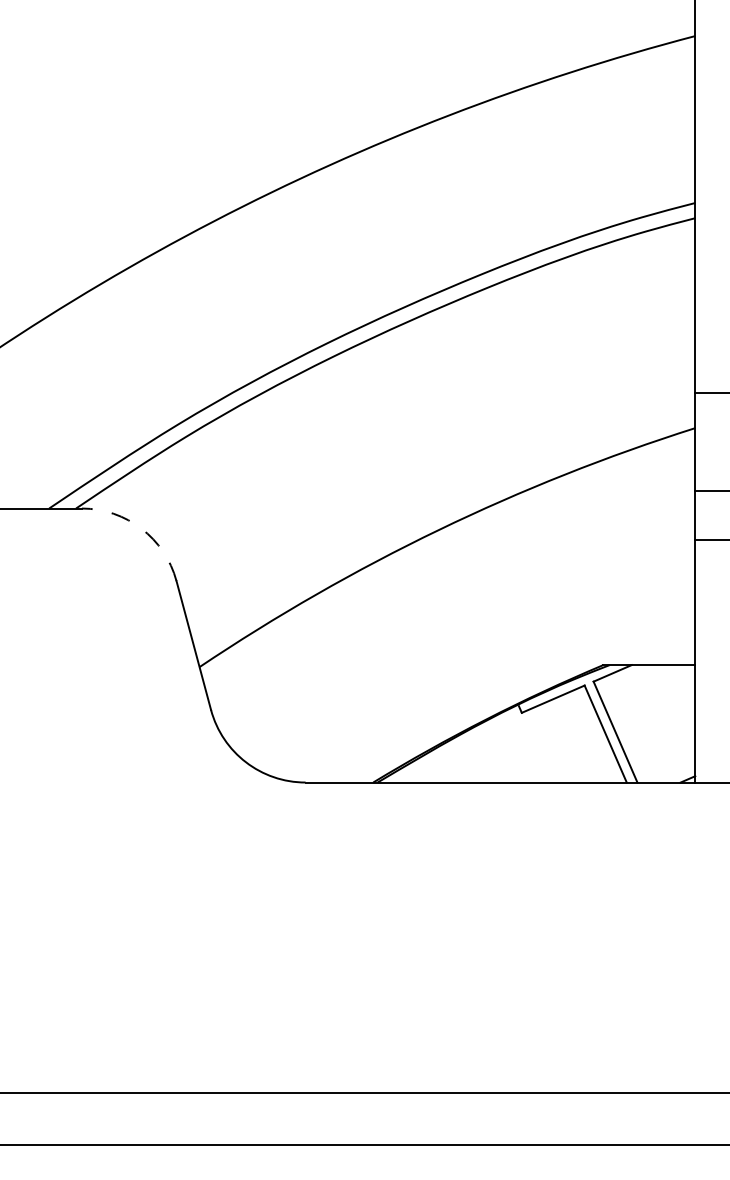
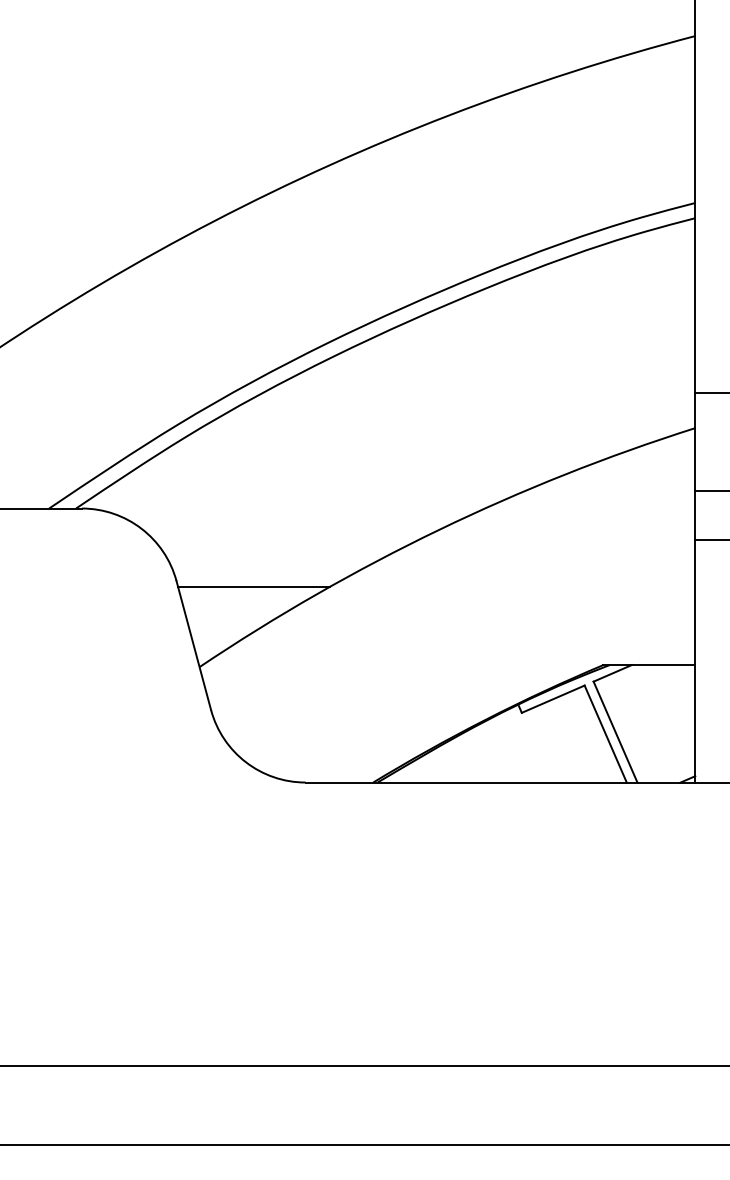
arc at (141, 528): dashed -> solid
line at (253, 586): none -> present
line at (364, 1093) position: (364, 1093) -> (364, 1066)
